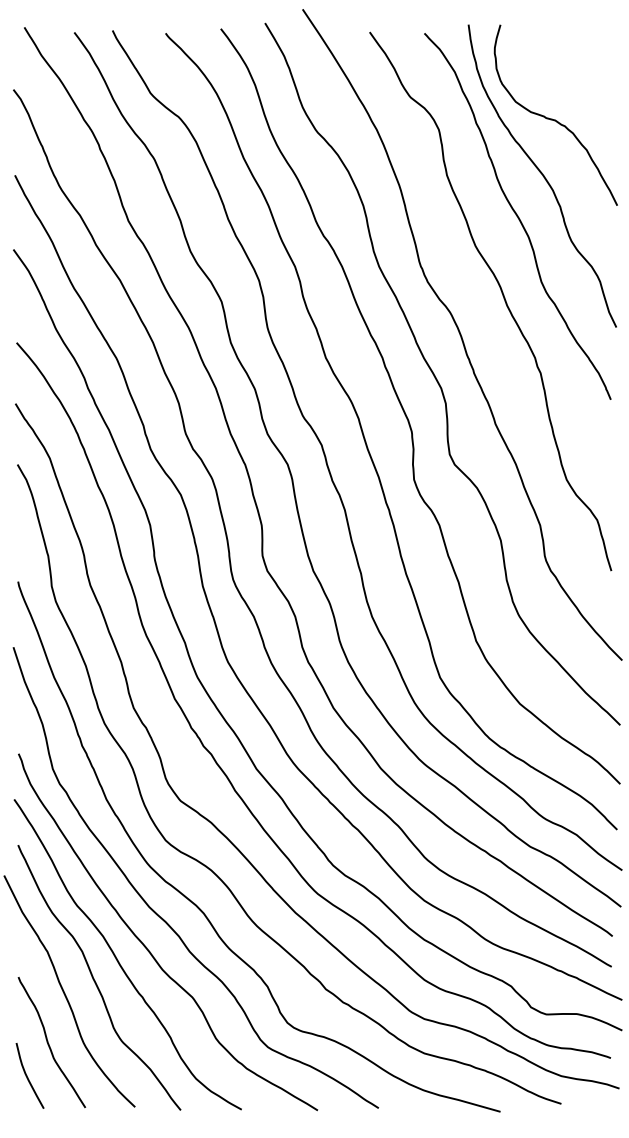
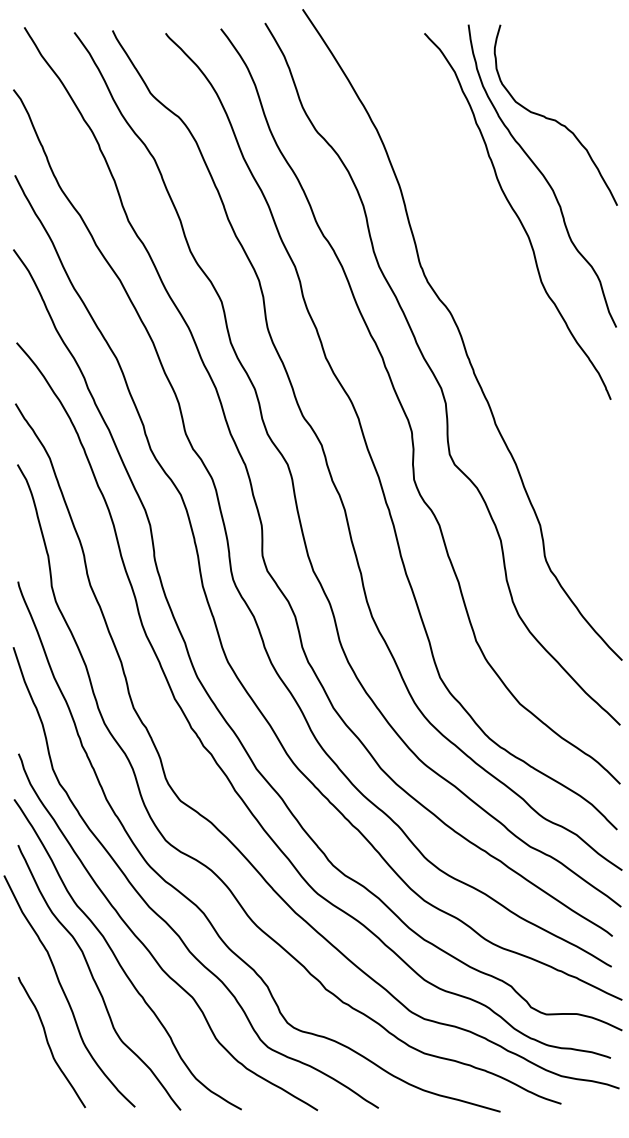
curve at (502, 296): present -> none
curve at (27, 1075): present -> none
